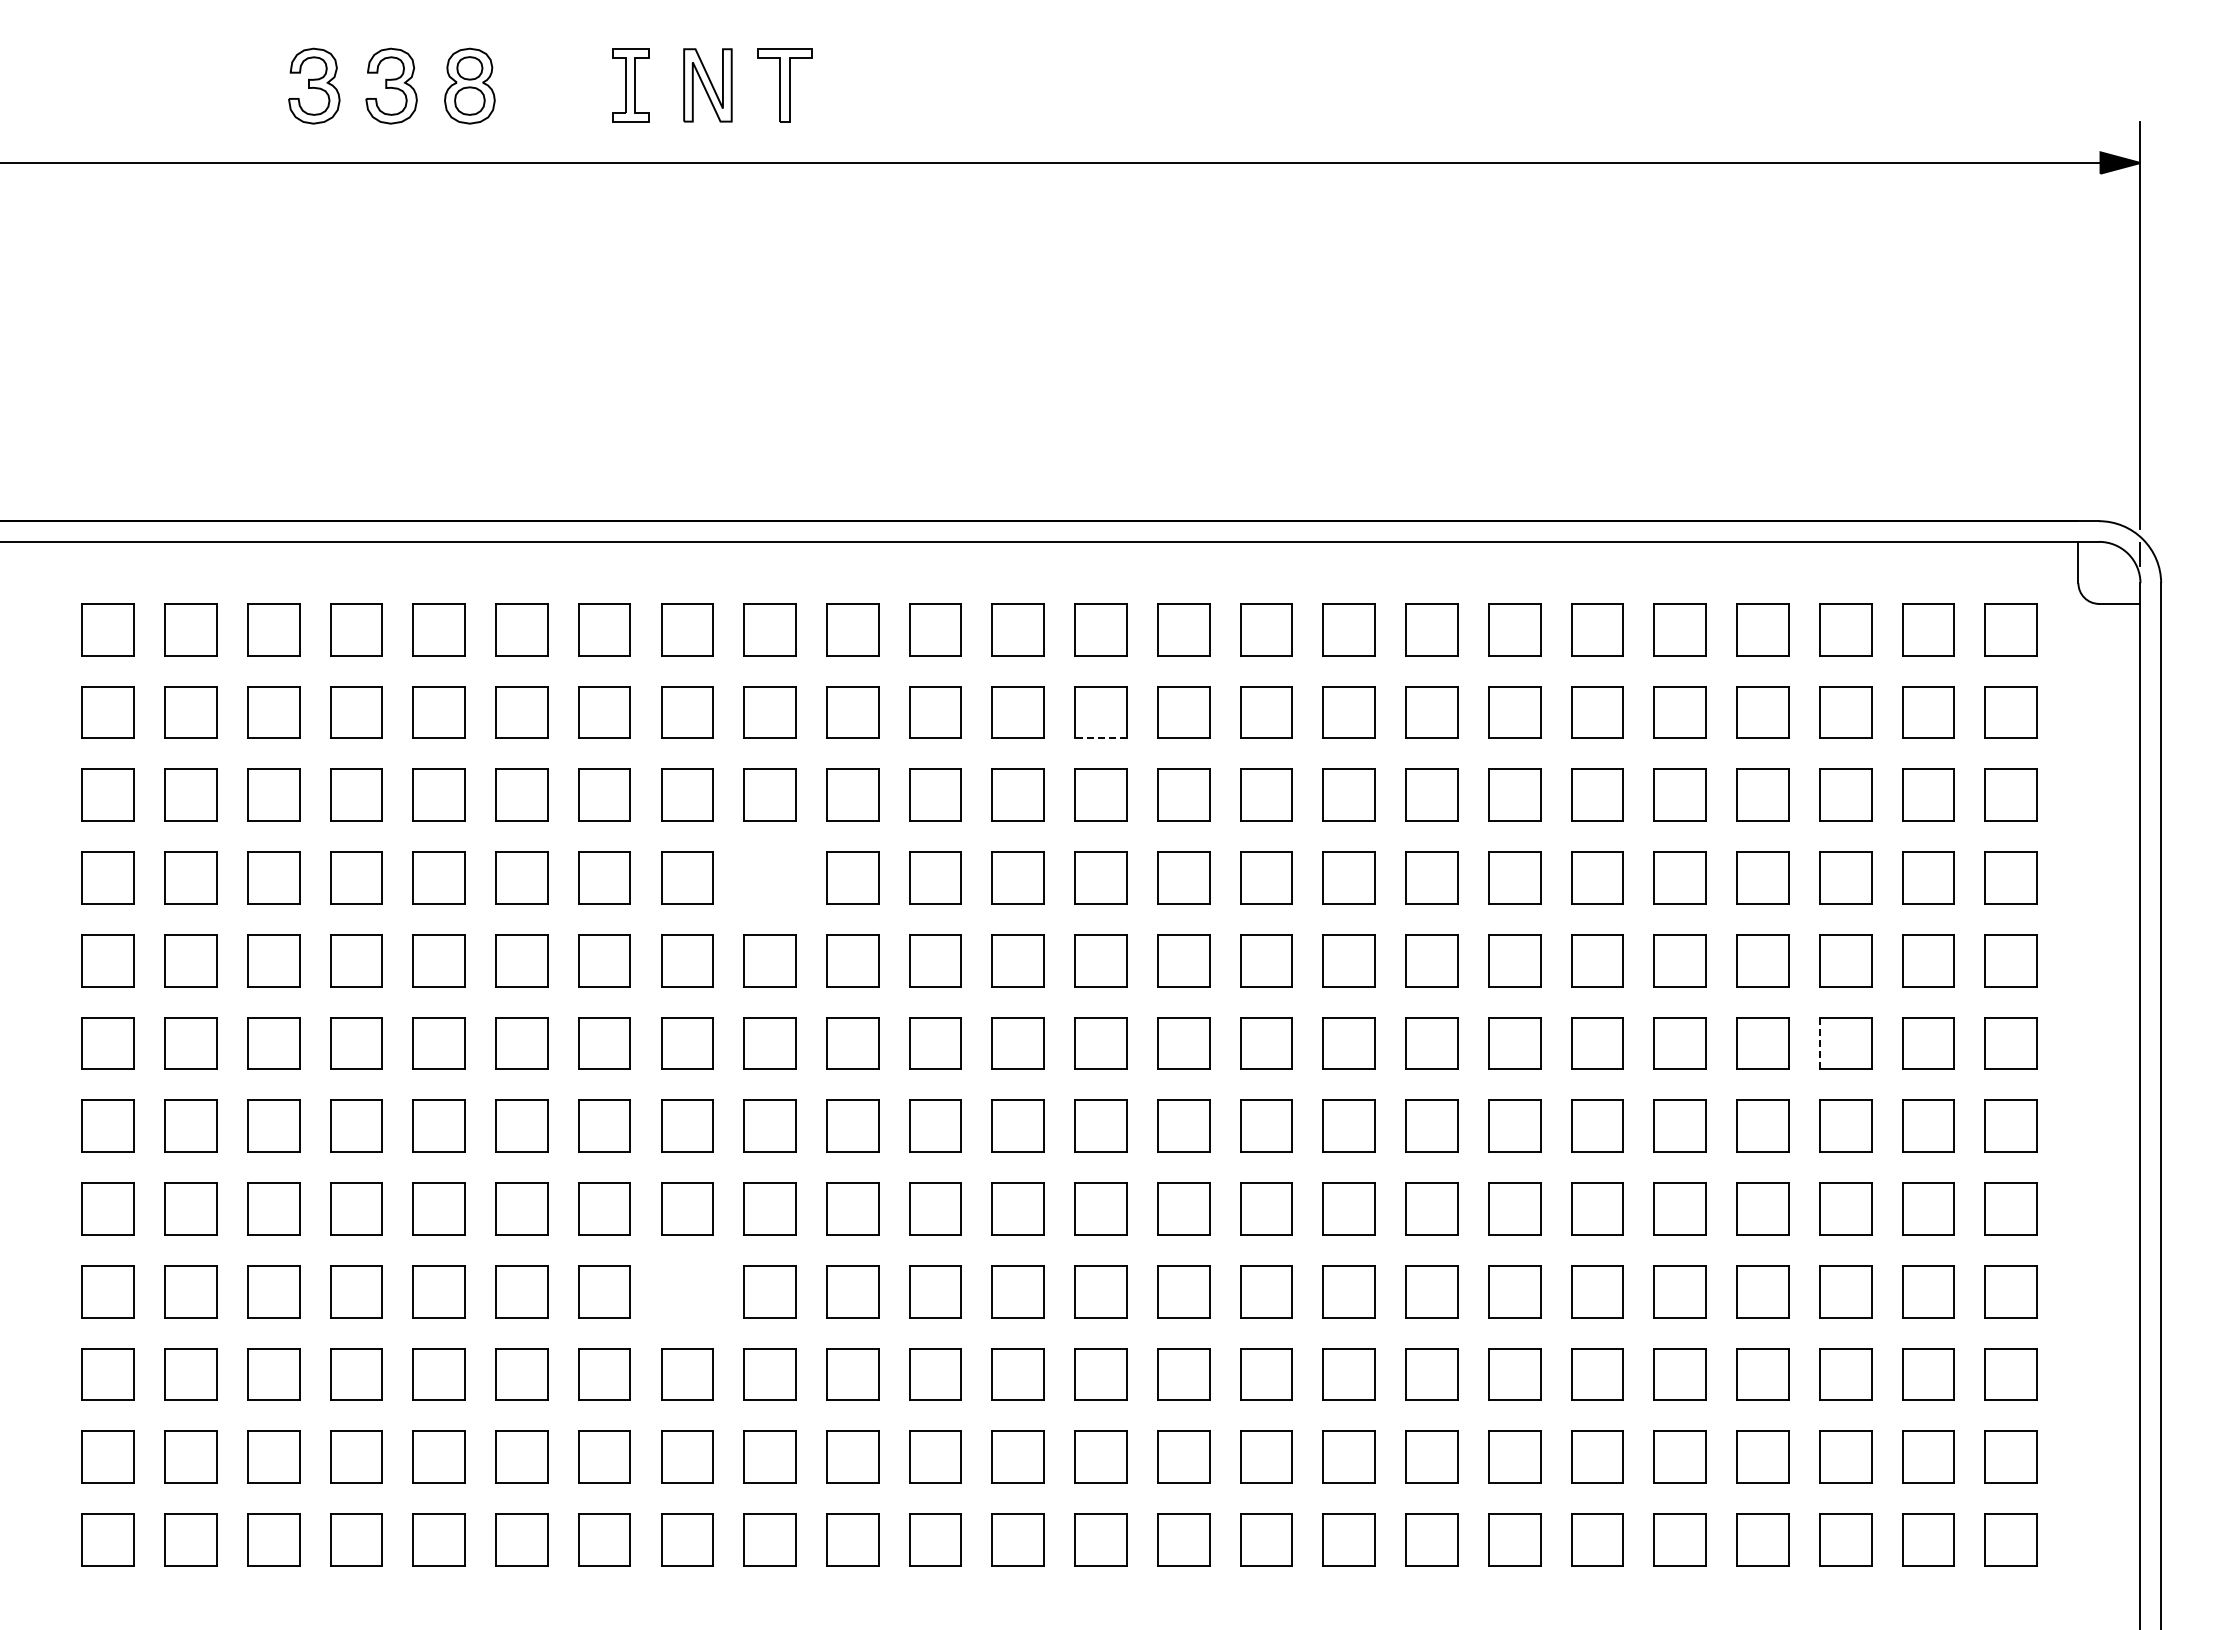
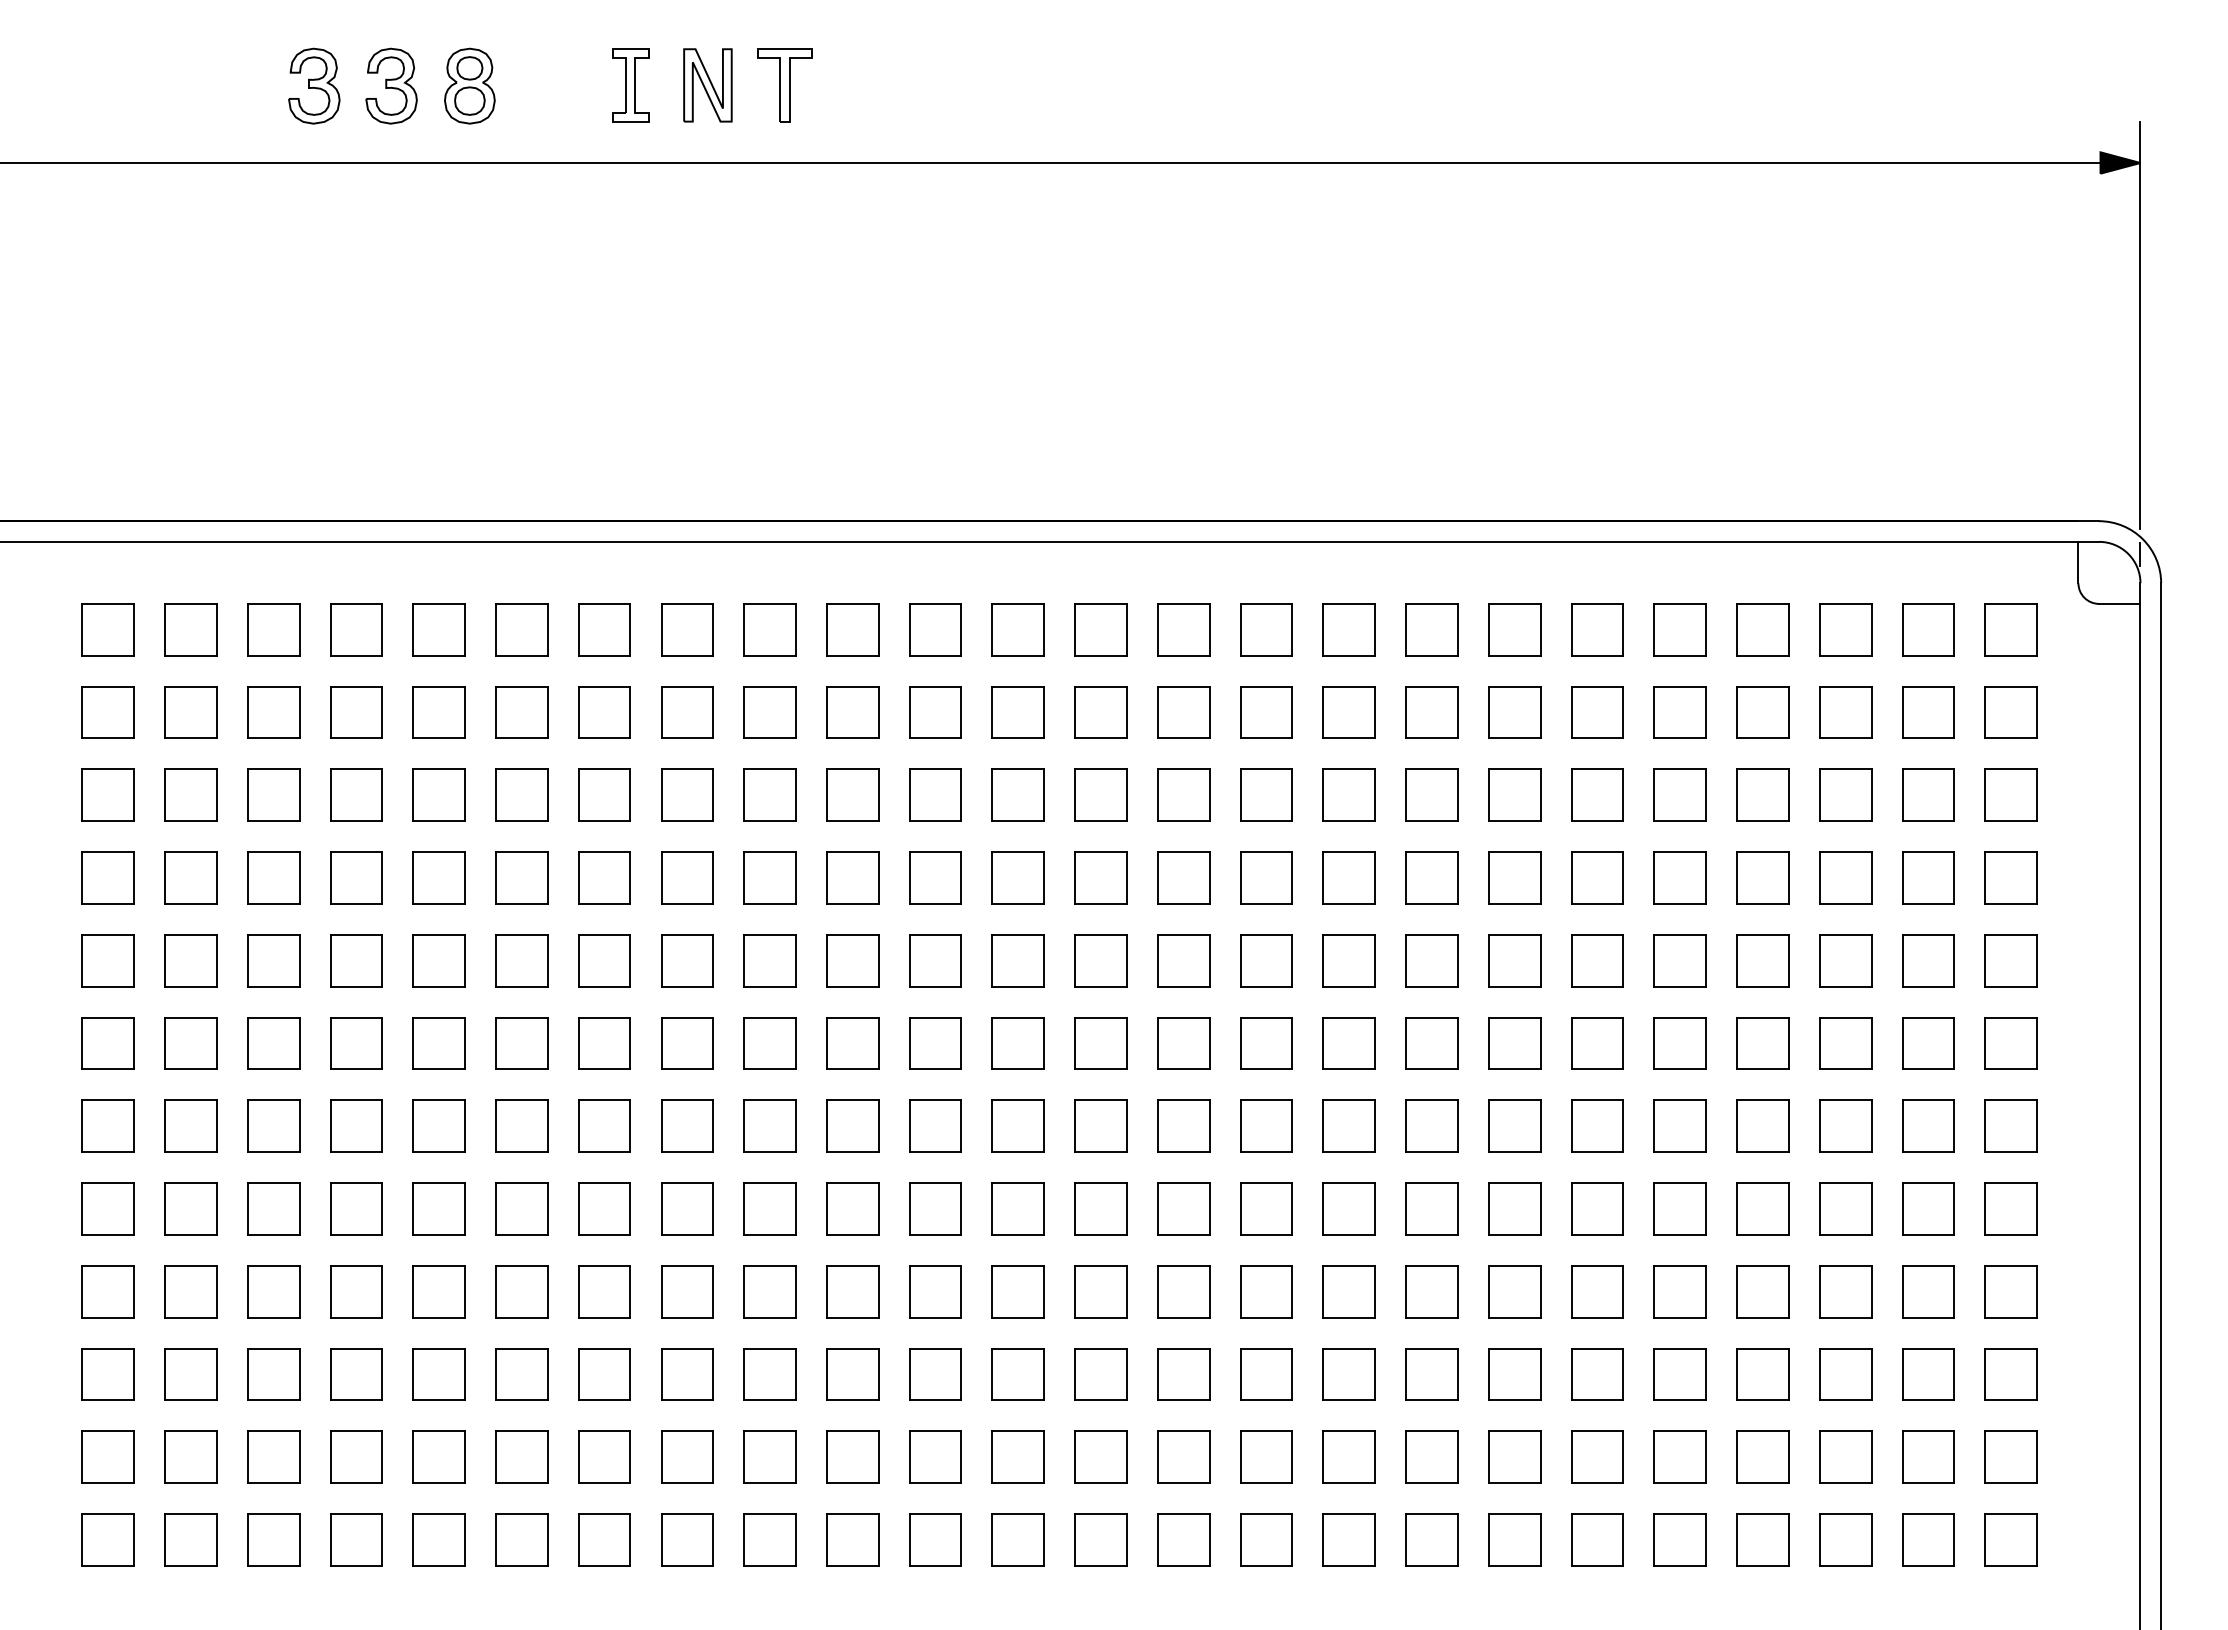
line at (1101, 738): dashed -> solid
part at (769, 877): none -> present
line at (1819, 1043): dashed -> solid
part at (687, 1291): none -> present
